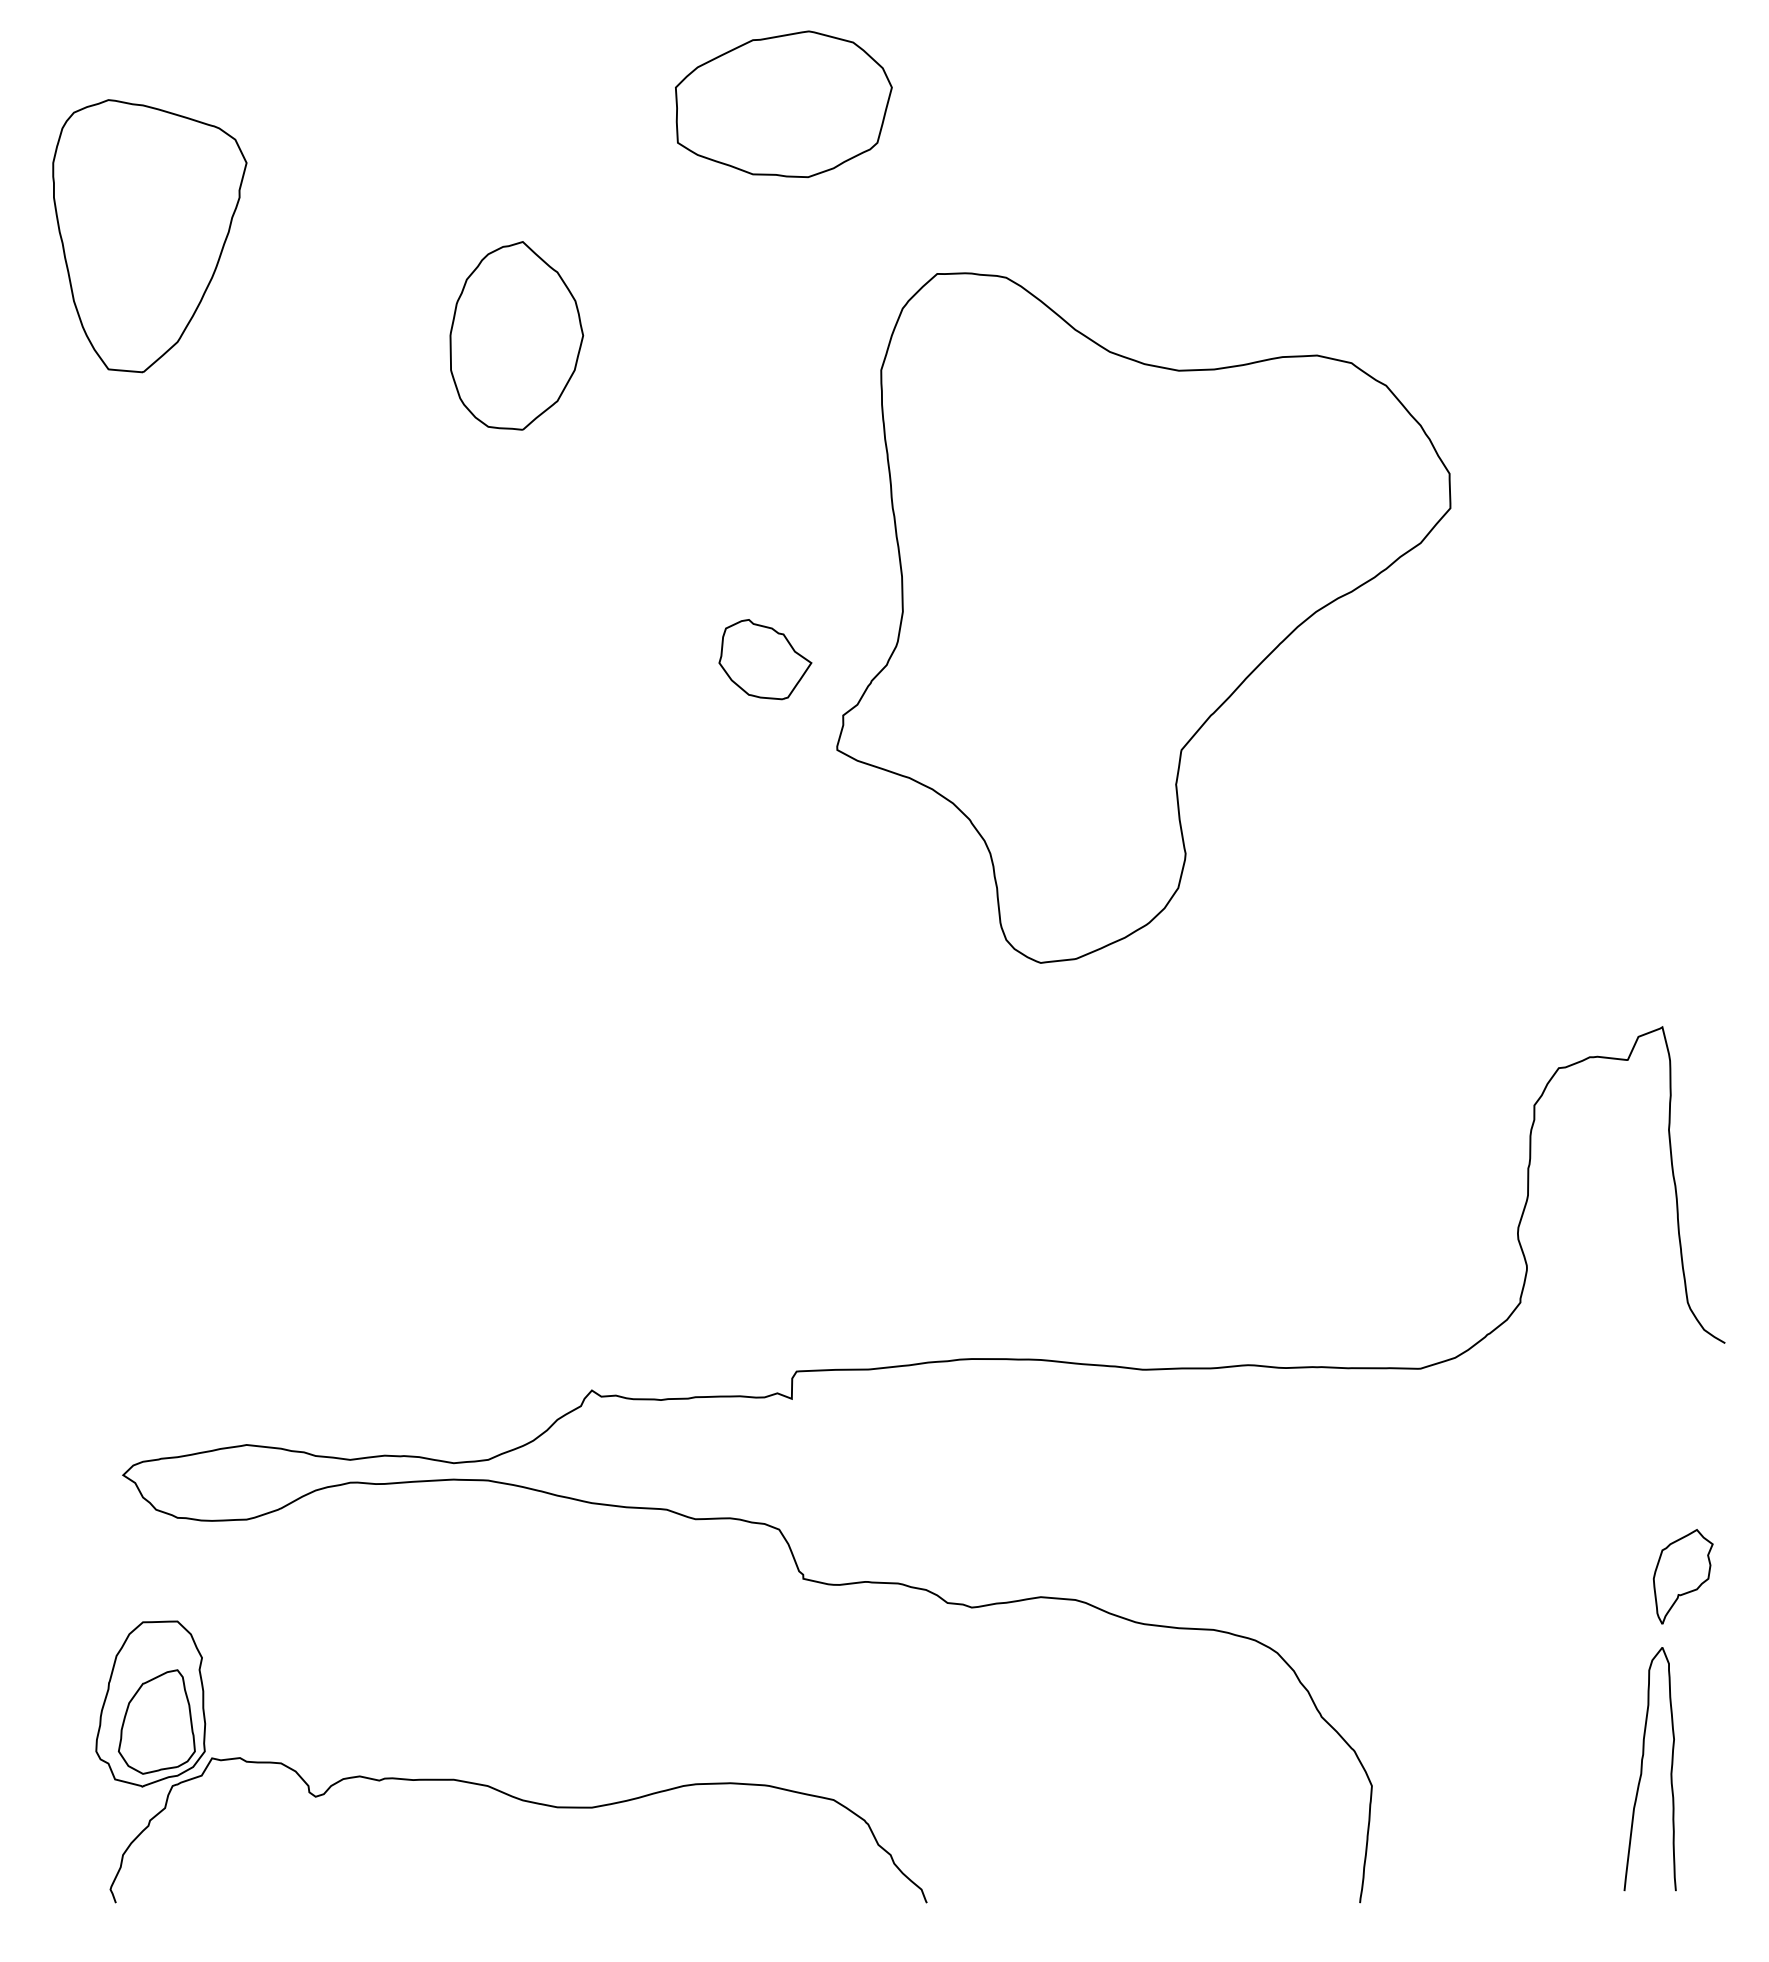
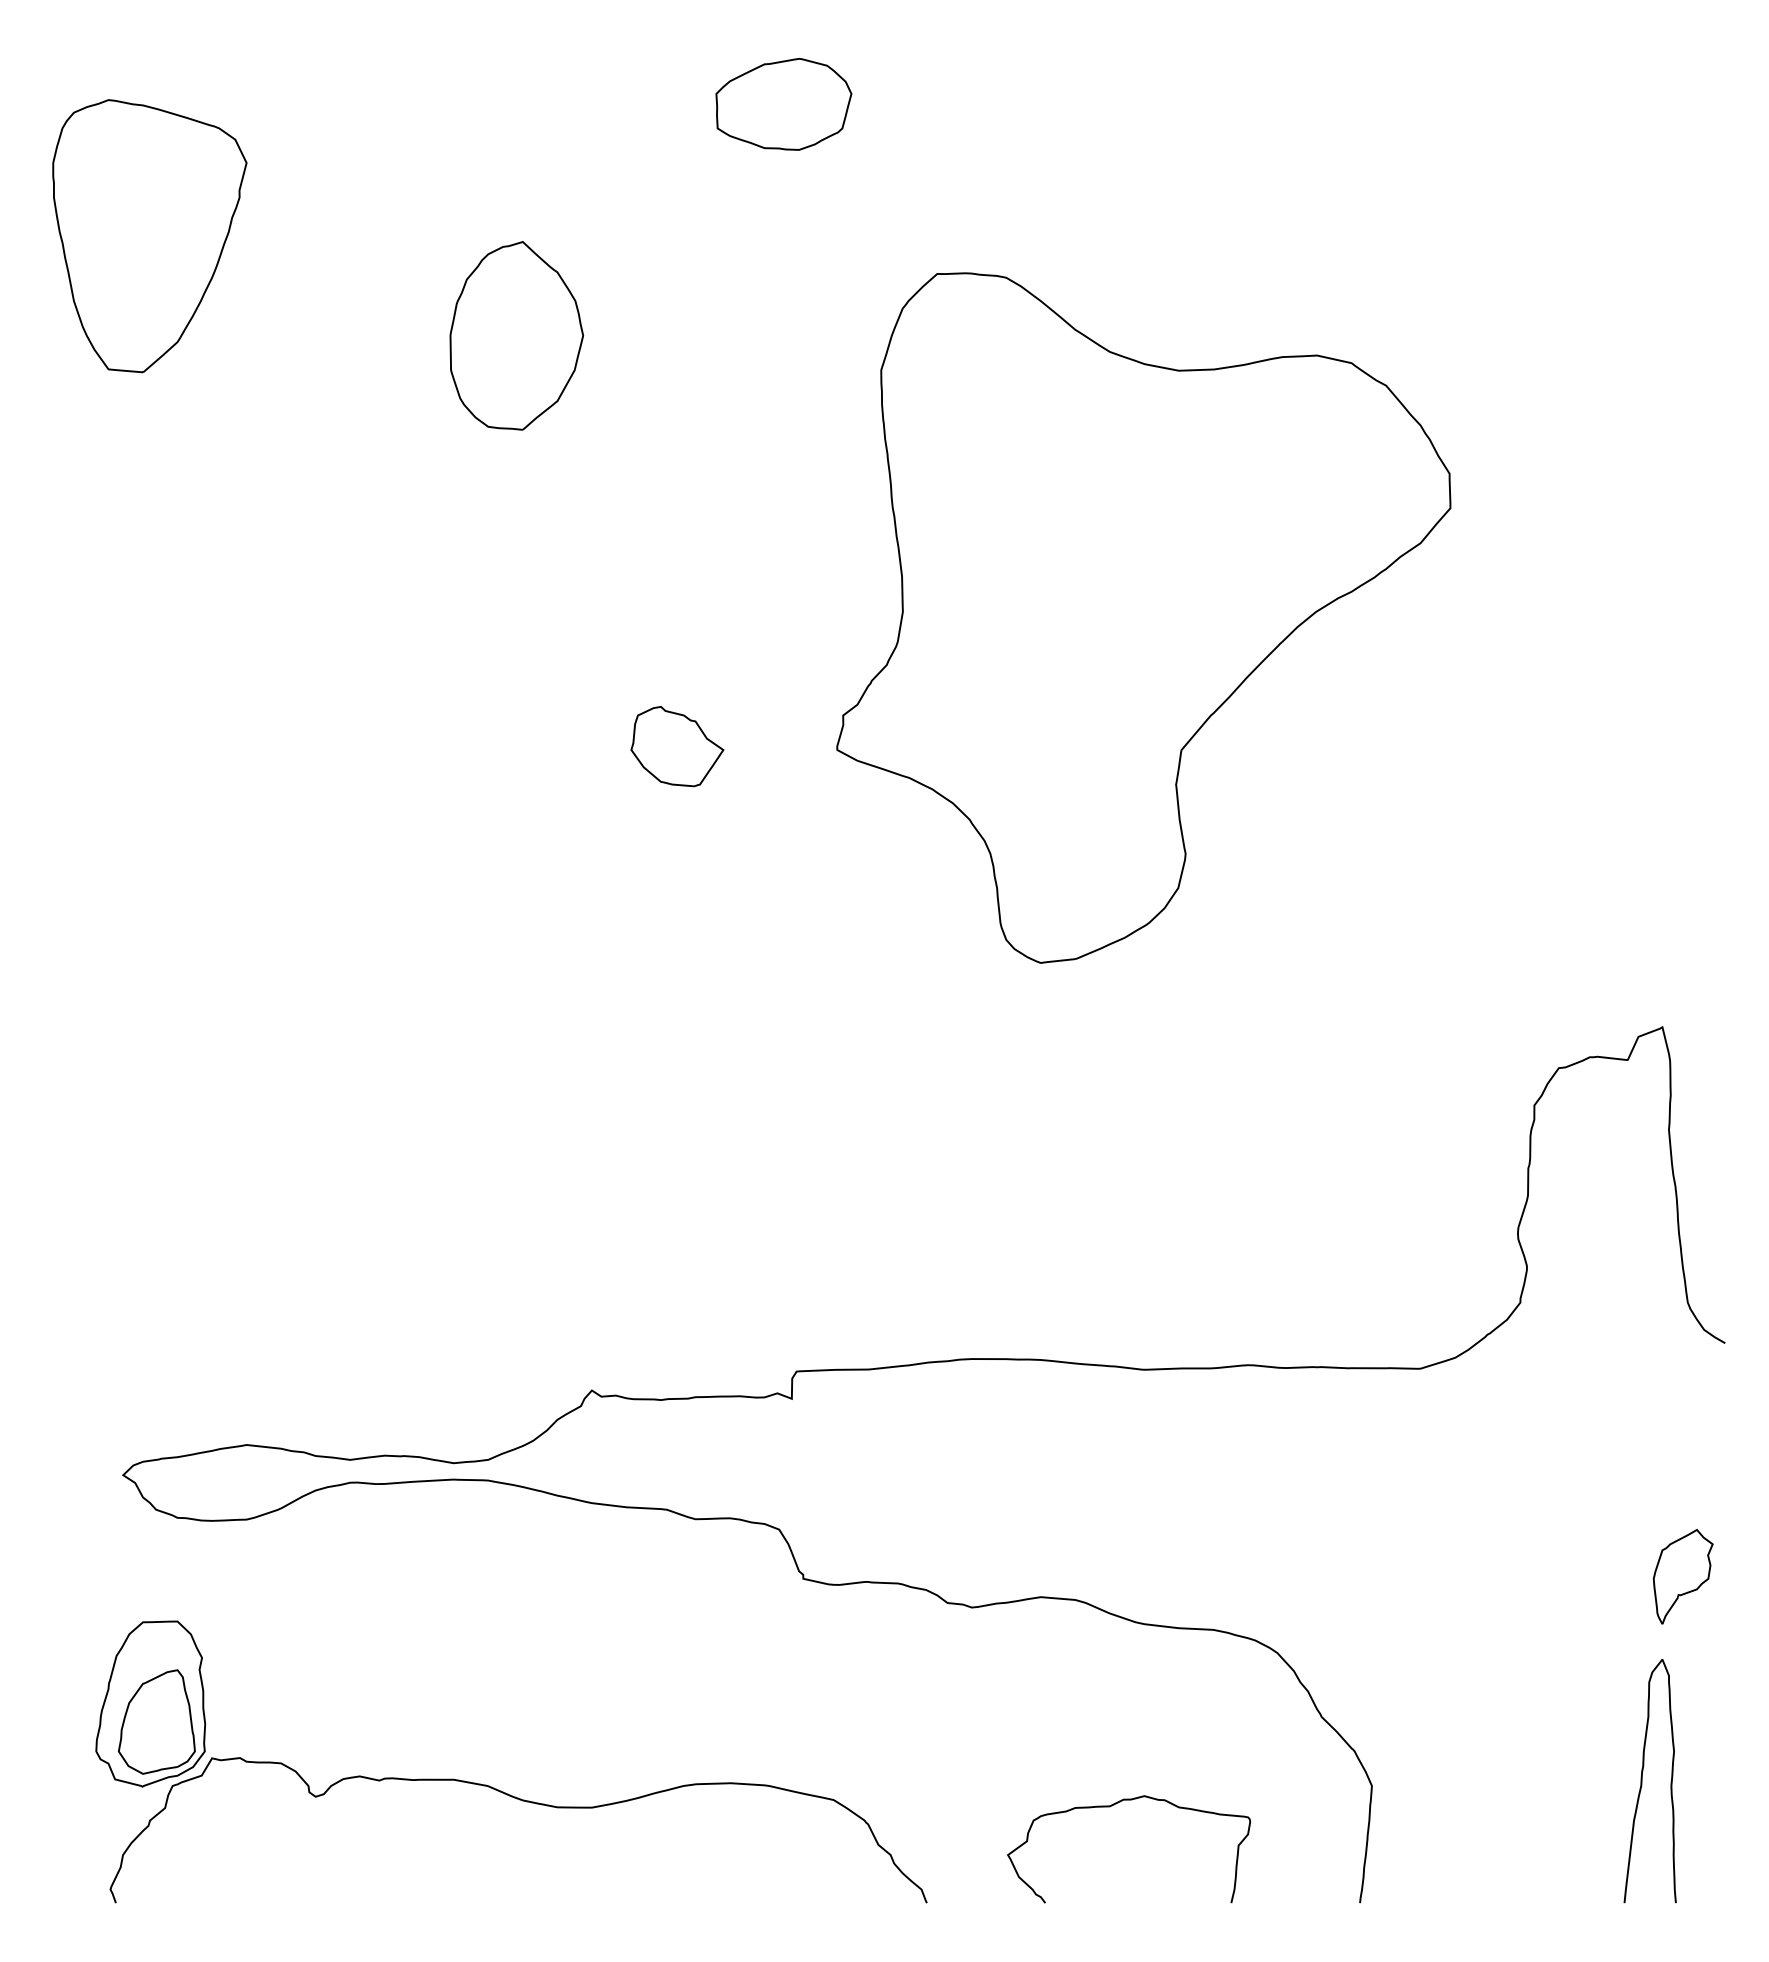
part at (783, 104) size: 218x149 px -> 138x93 px
part at (765, 659) position: (765, 659) -> (677, 746)
curve at (1642, 1769) position: (1642, 1769) -> (1642, 1781)
curve at (1110, 1807): none -> present
